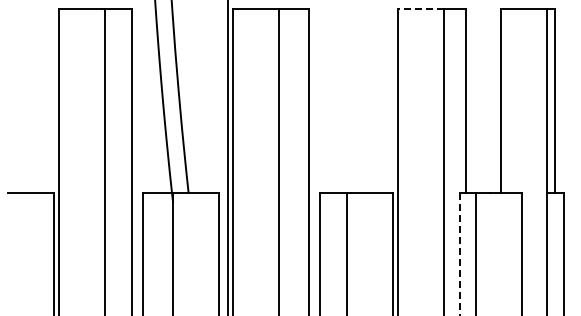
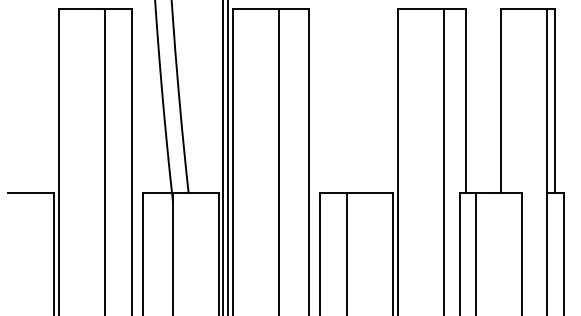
line at (420, 9): dashed -> solid
line at (222, 157): none -> present
line at (459, 255): dashed -> solid
